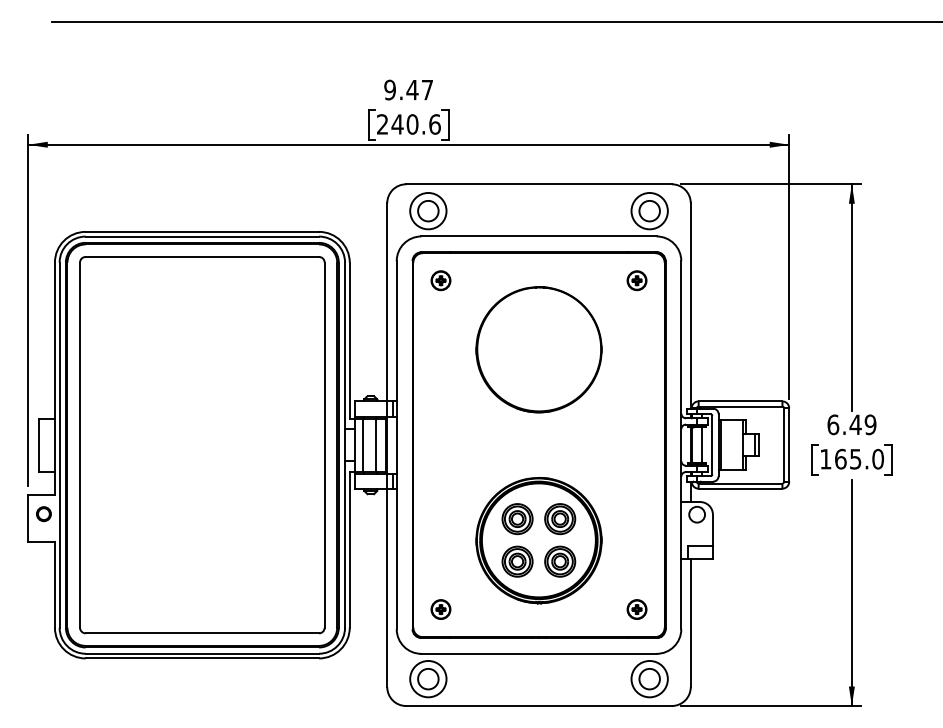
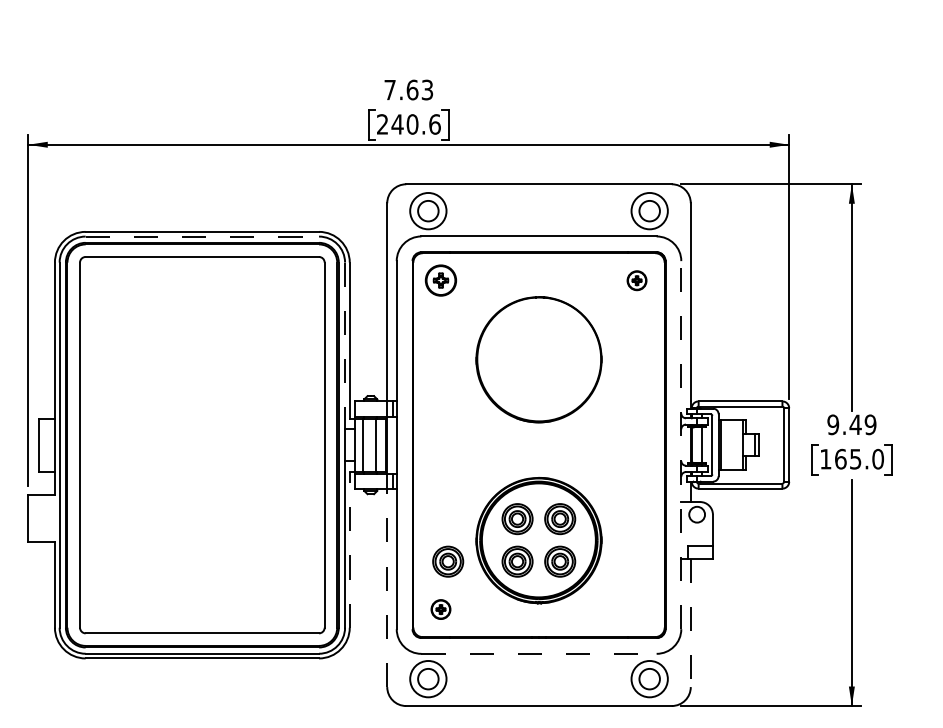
line at (495, 21): present -> none
text at (408, 89): 9.47 -> 7.63
line at (202, 236): solid -> dashed
part at (440, 280) size: 22x22 px -> 34x33 px
line at (345, 346): solid -> dashed
part at (538, 349) position: (538, 349) -> (538, 359)
text at (833, 424): 6.49 -> 9.49
line at (681, 444): solid -> dashed
circle at (43, 514): present -> none
line at (349, 549): solid -> dashed
part at (448, 561): none -> present
line at (387, 588): solid -> dashed
part at (636, 609): present -> none
line at (690, 623): solid -> dashed
line at (539, 653): solid -> dashed
